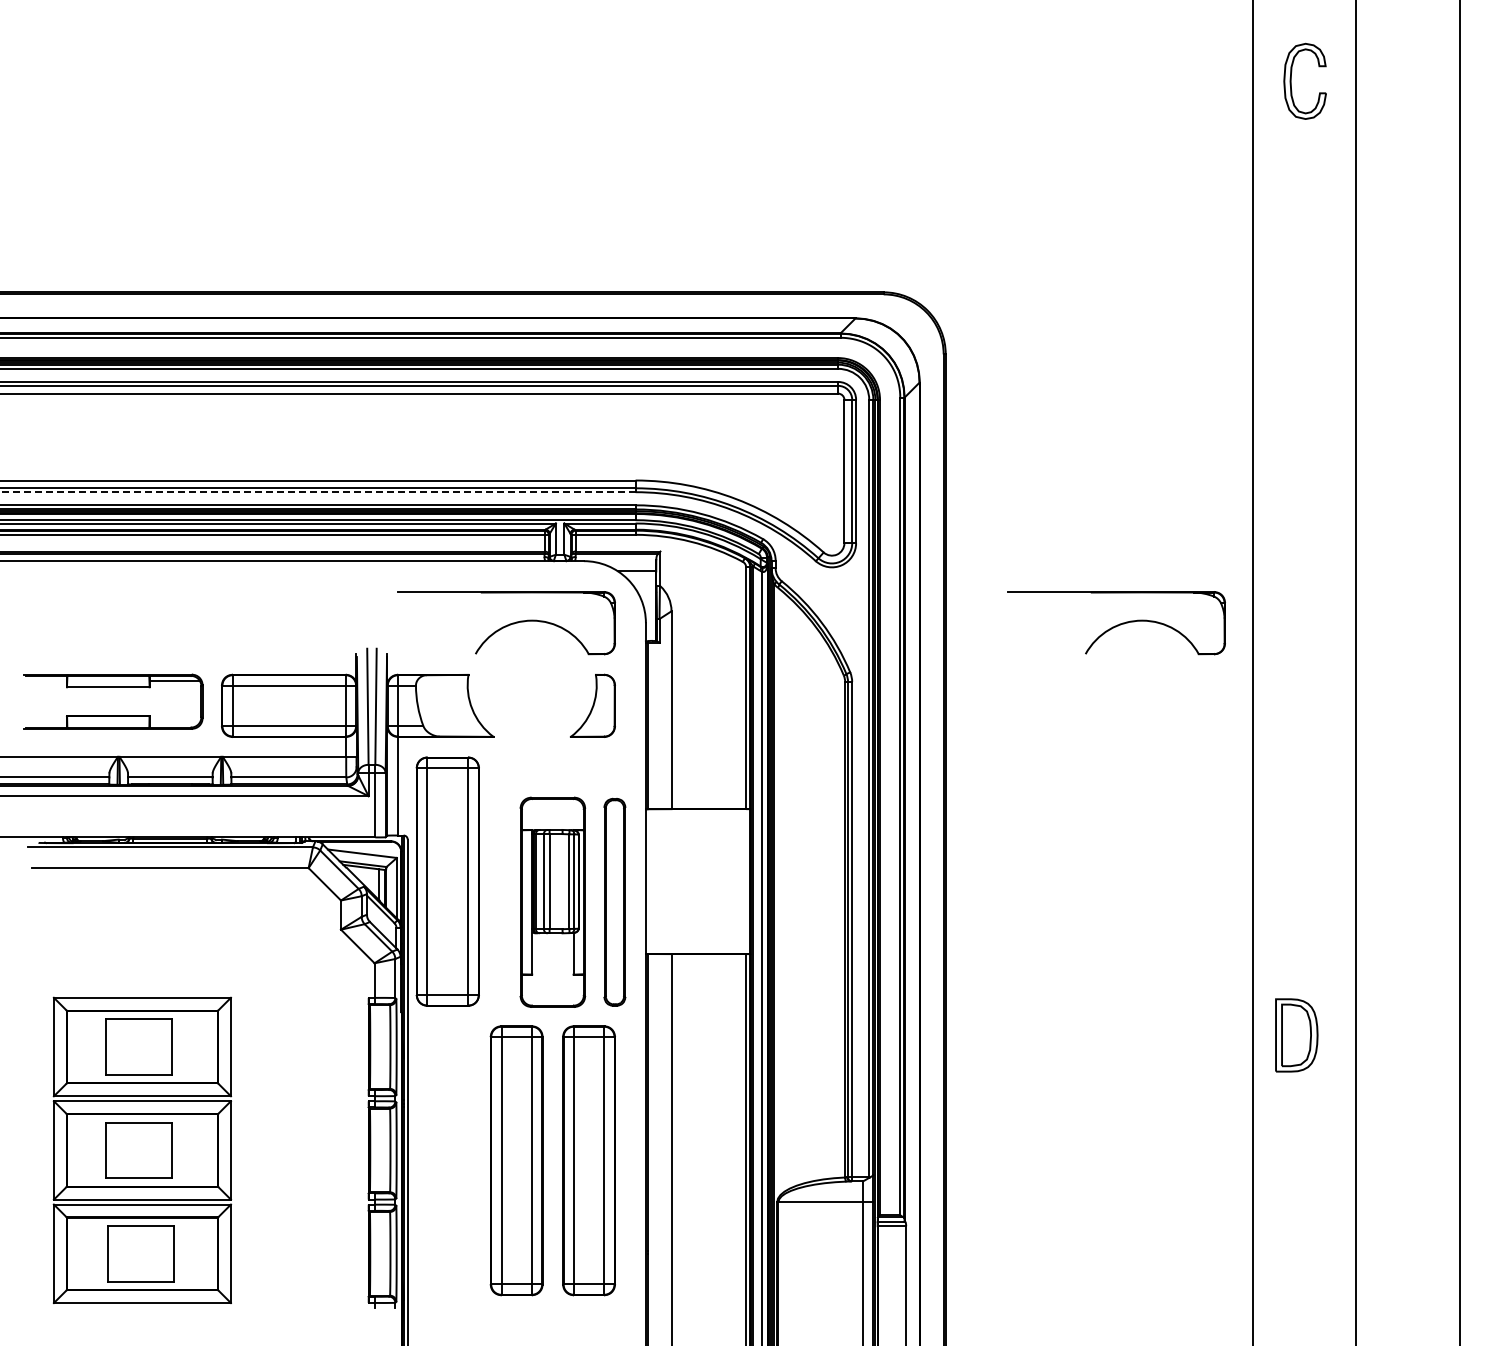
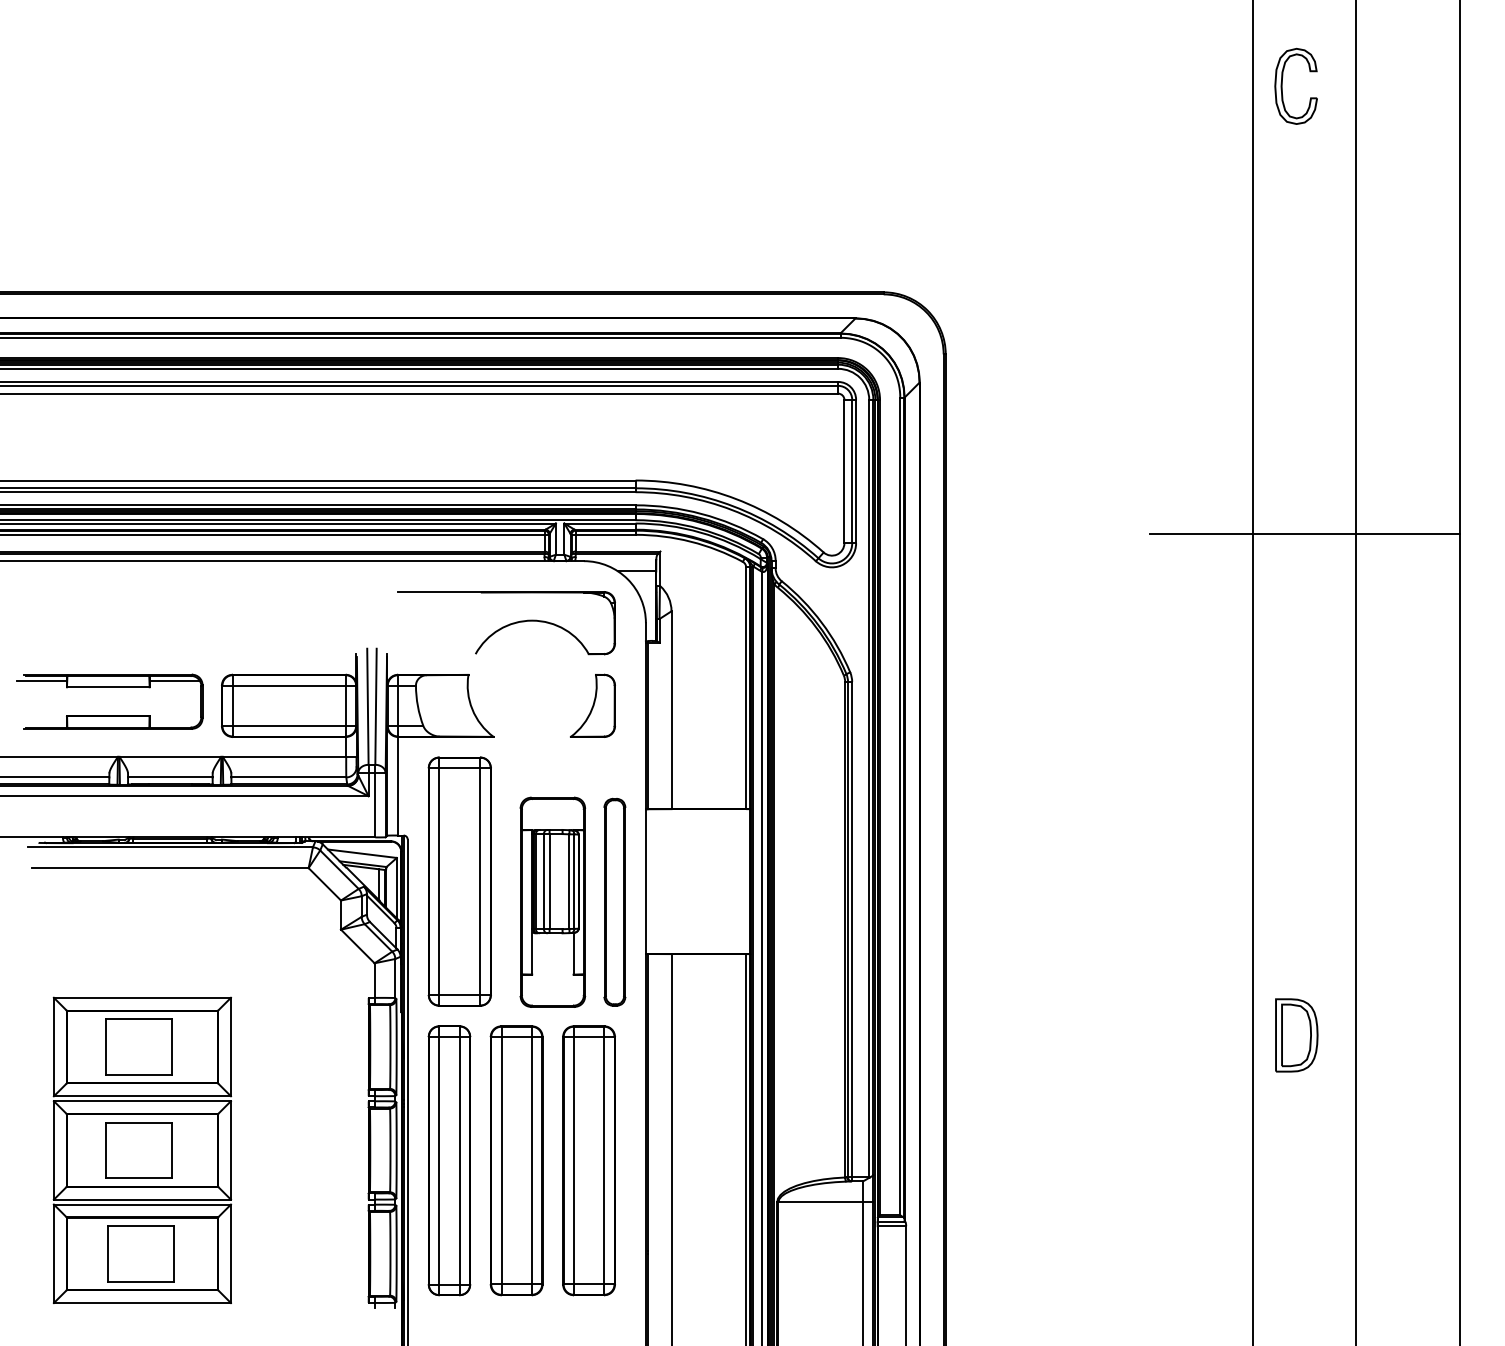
part at (1291, 80) position: (1291, 80) -> (1282, 85)
line at (317, 492): dashed -> solid
line at (1304, 533): none -> present
part at (1116, 623): present -> none
line at (41, 681): none -> present
part at (447, 881) position: (447, 881) -> (459, 881)
part at (449, 1160): none -> present
